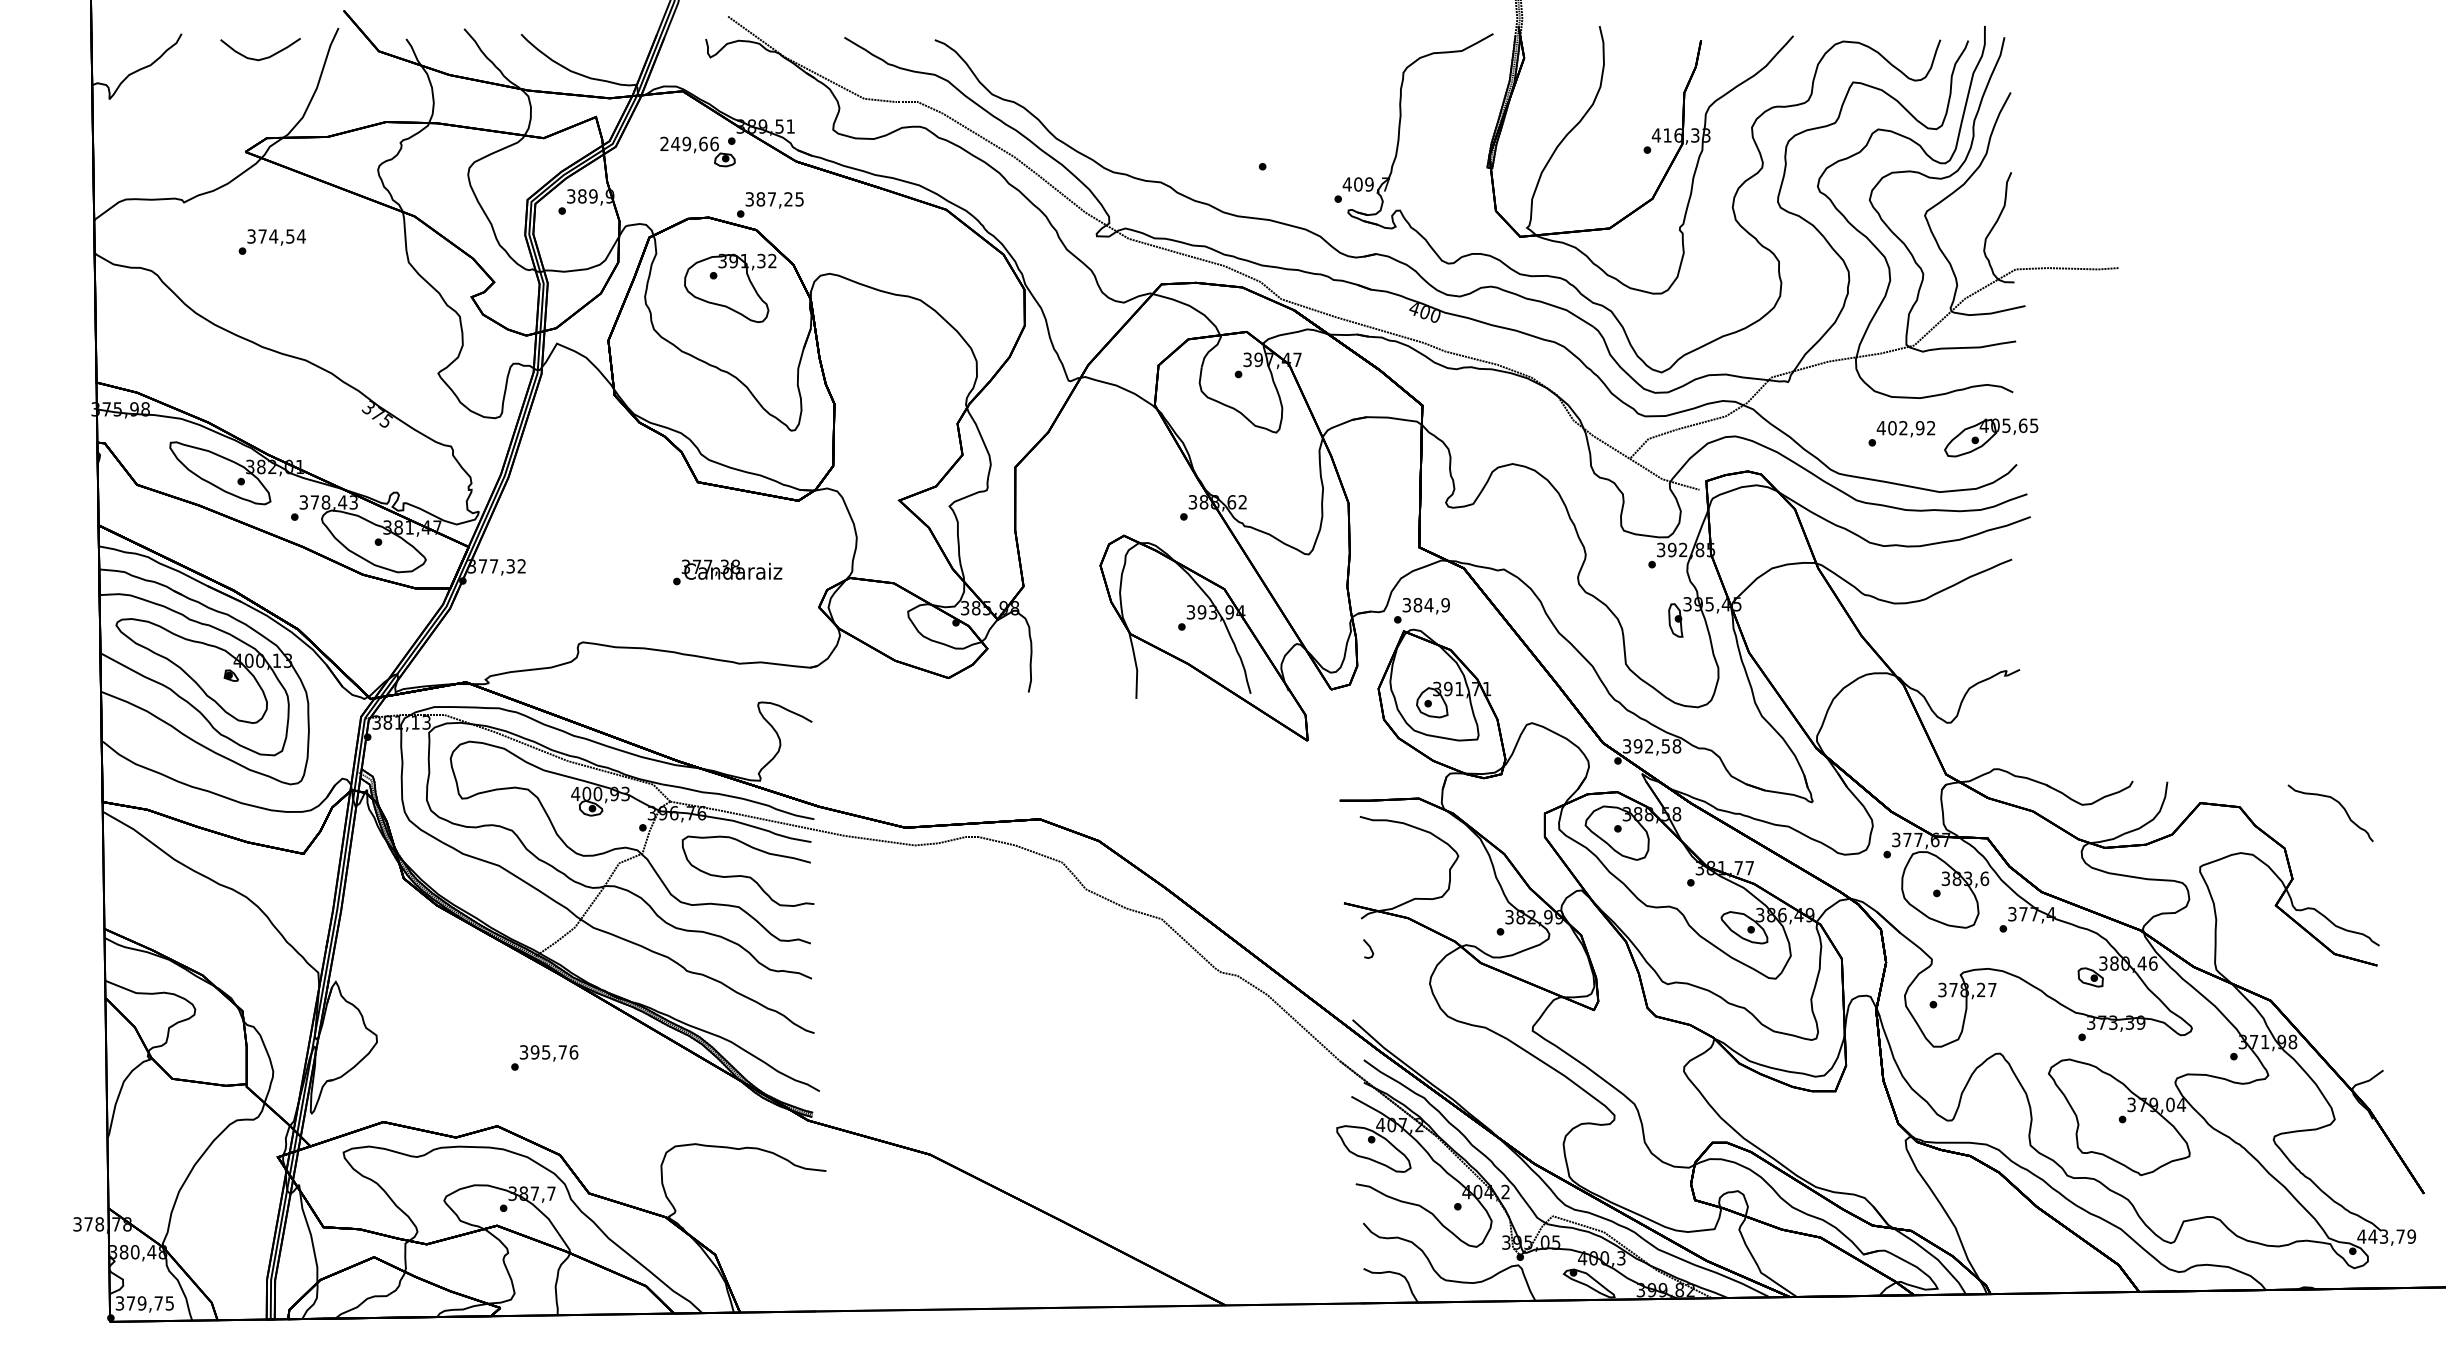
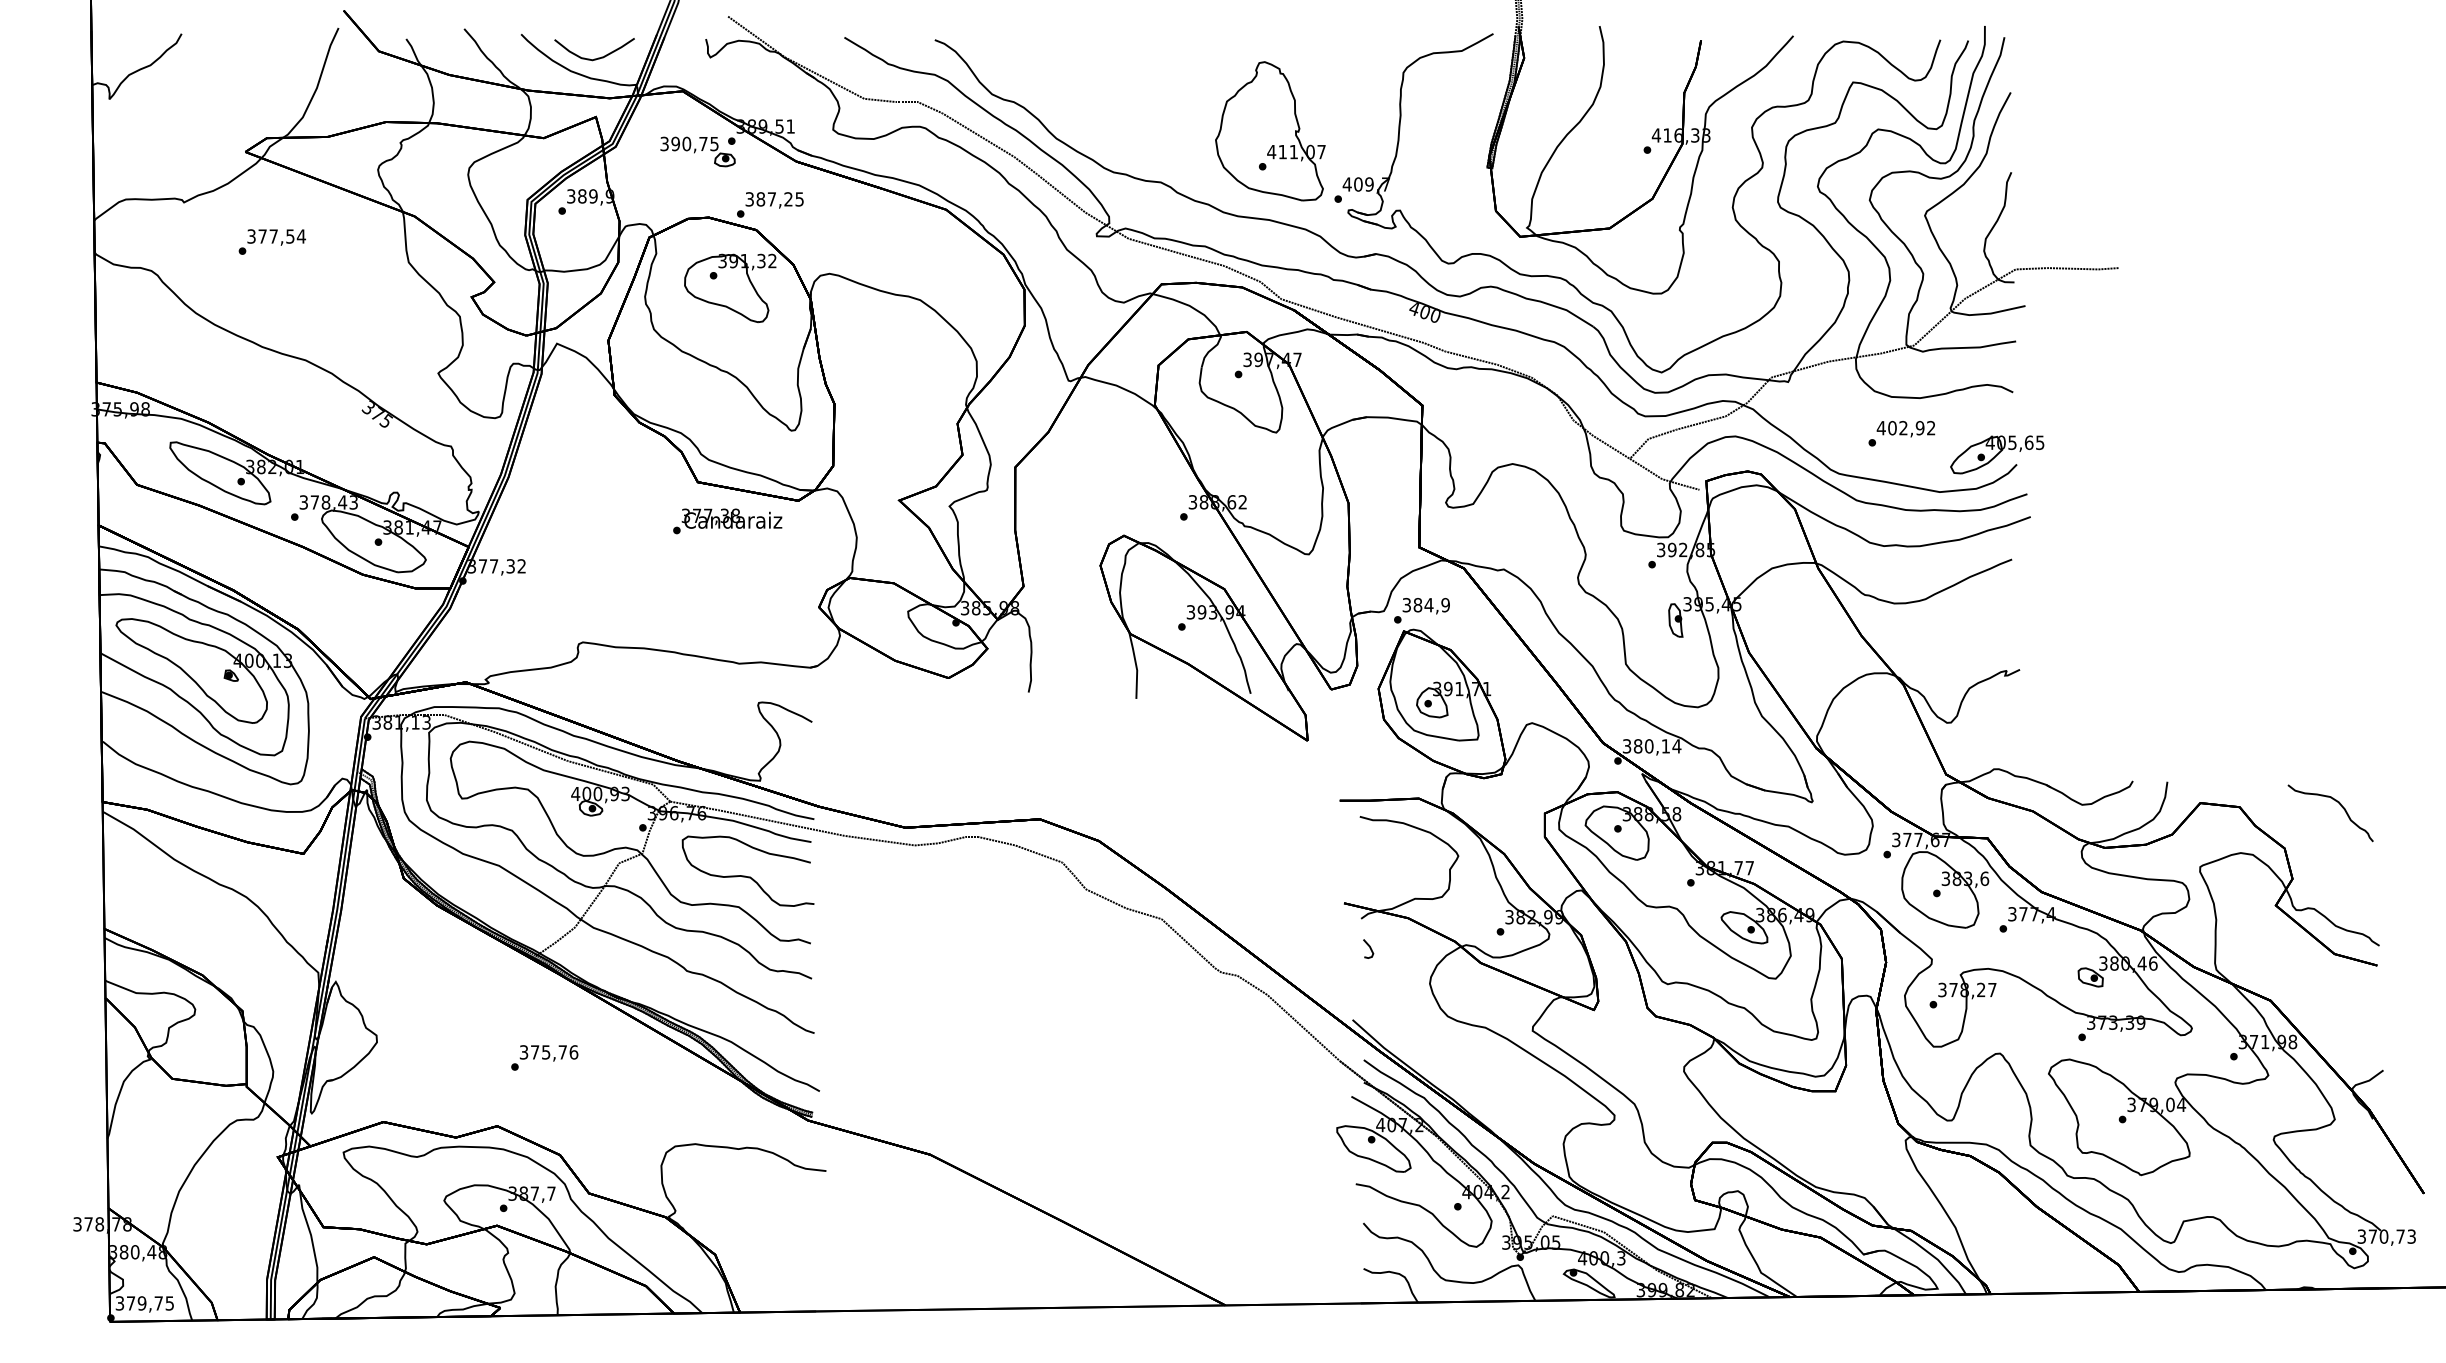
curve at (264, 57) position: (264, 57) -> (598, 57)
part at (1270, 131): none -> present
text at (689, 143): 249,66 -> 390,75
text at (273, 236): 374,54 -> 377,54
part at (1991, 437) position: (1991, 437) -> (1997, 454)
text at (727, 572) position: (727, 572) -> (727, 521)
text at (1657, 746): 392,58 -> 380,14
text at (534, 1052): 395,76 -> 375,76
text at (2386, 1236): 443,79 -> 370,73
